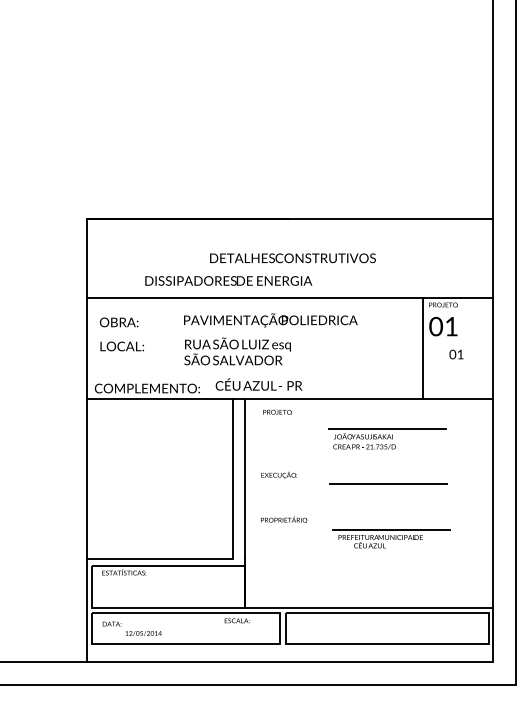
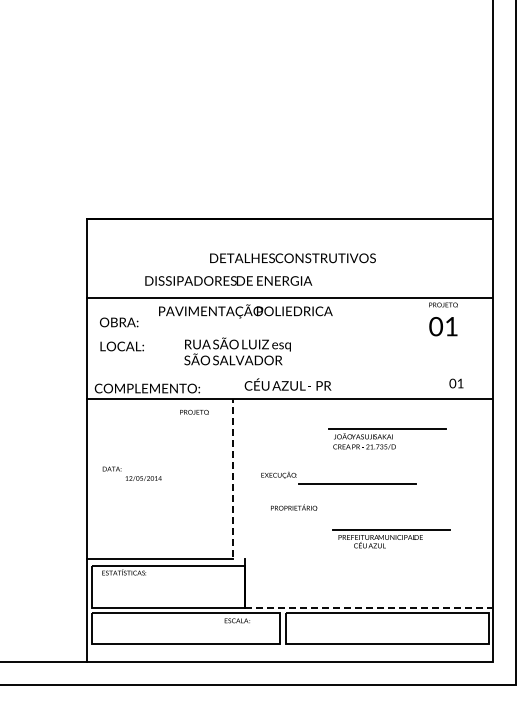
text at (270, 320) position: (270, 320) -> (245, 311)
line at (423, 348): present -> none
text at (456, 354) position: (456, 354) -> (456, 383)
text at (258, 384) position: (258, 384) -> (287, 384)
text at (277, 411) position: (277, 411) -> (194, 411)
line at (233, 477): solid -> dashed
line at (244, 479): present -> none
line at (388, 483) position: (388, 483) -> (357, 483)
text at (284, 519) position: (284, 519) -> (294, 507)
line at (368, 608): solid -> dashed
text at (131, 628) position: (131, 628) -> (131, 473)
